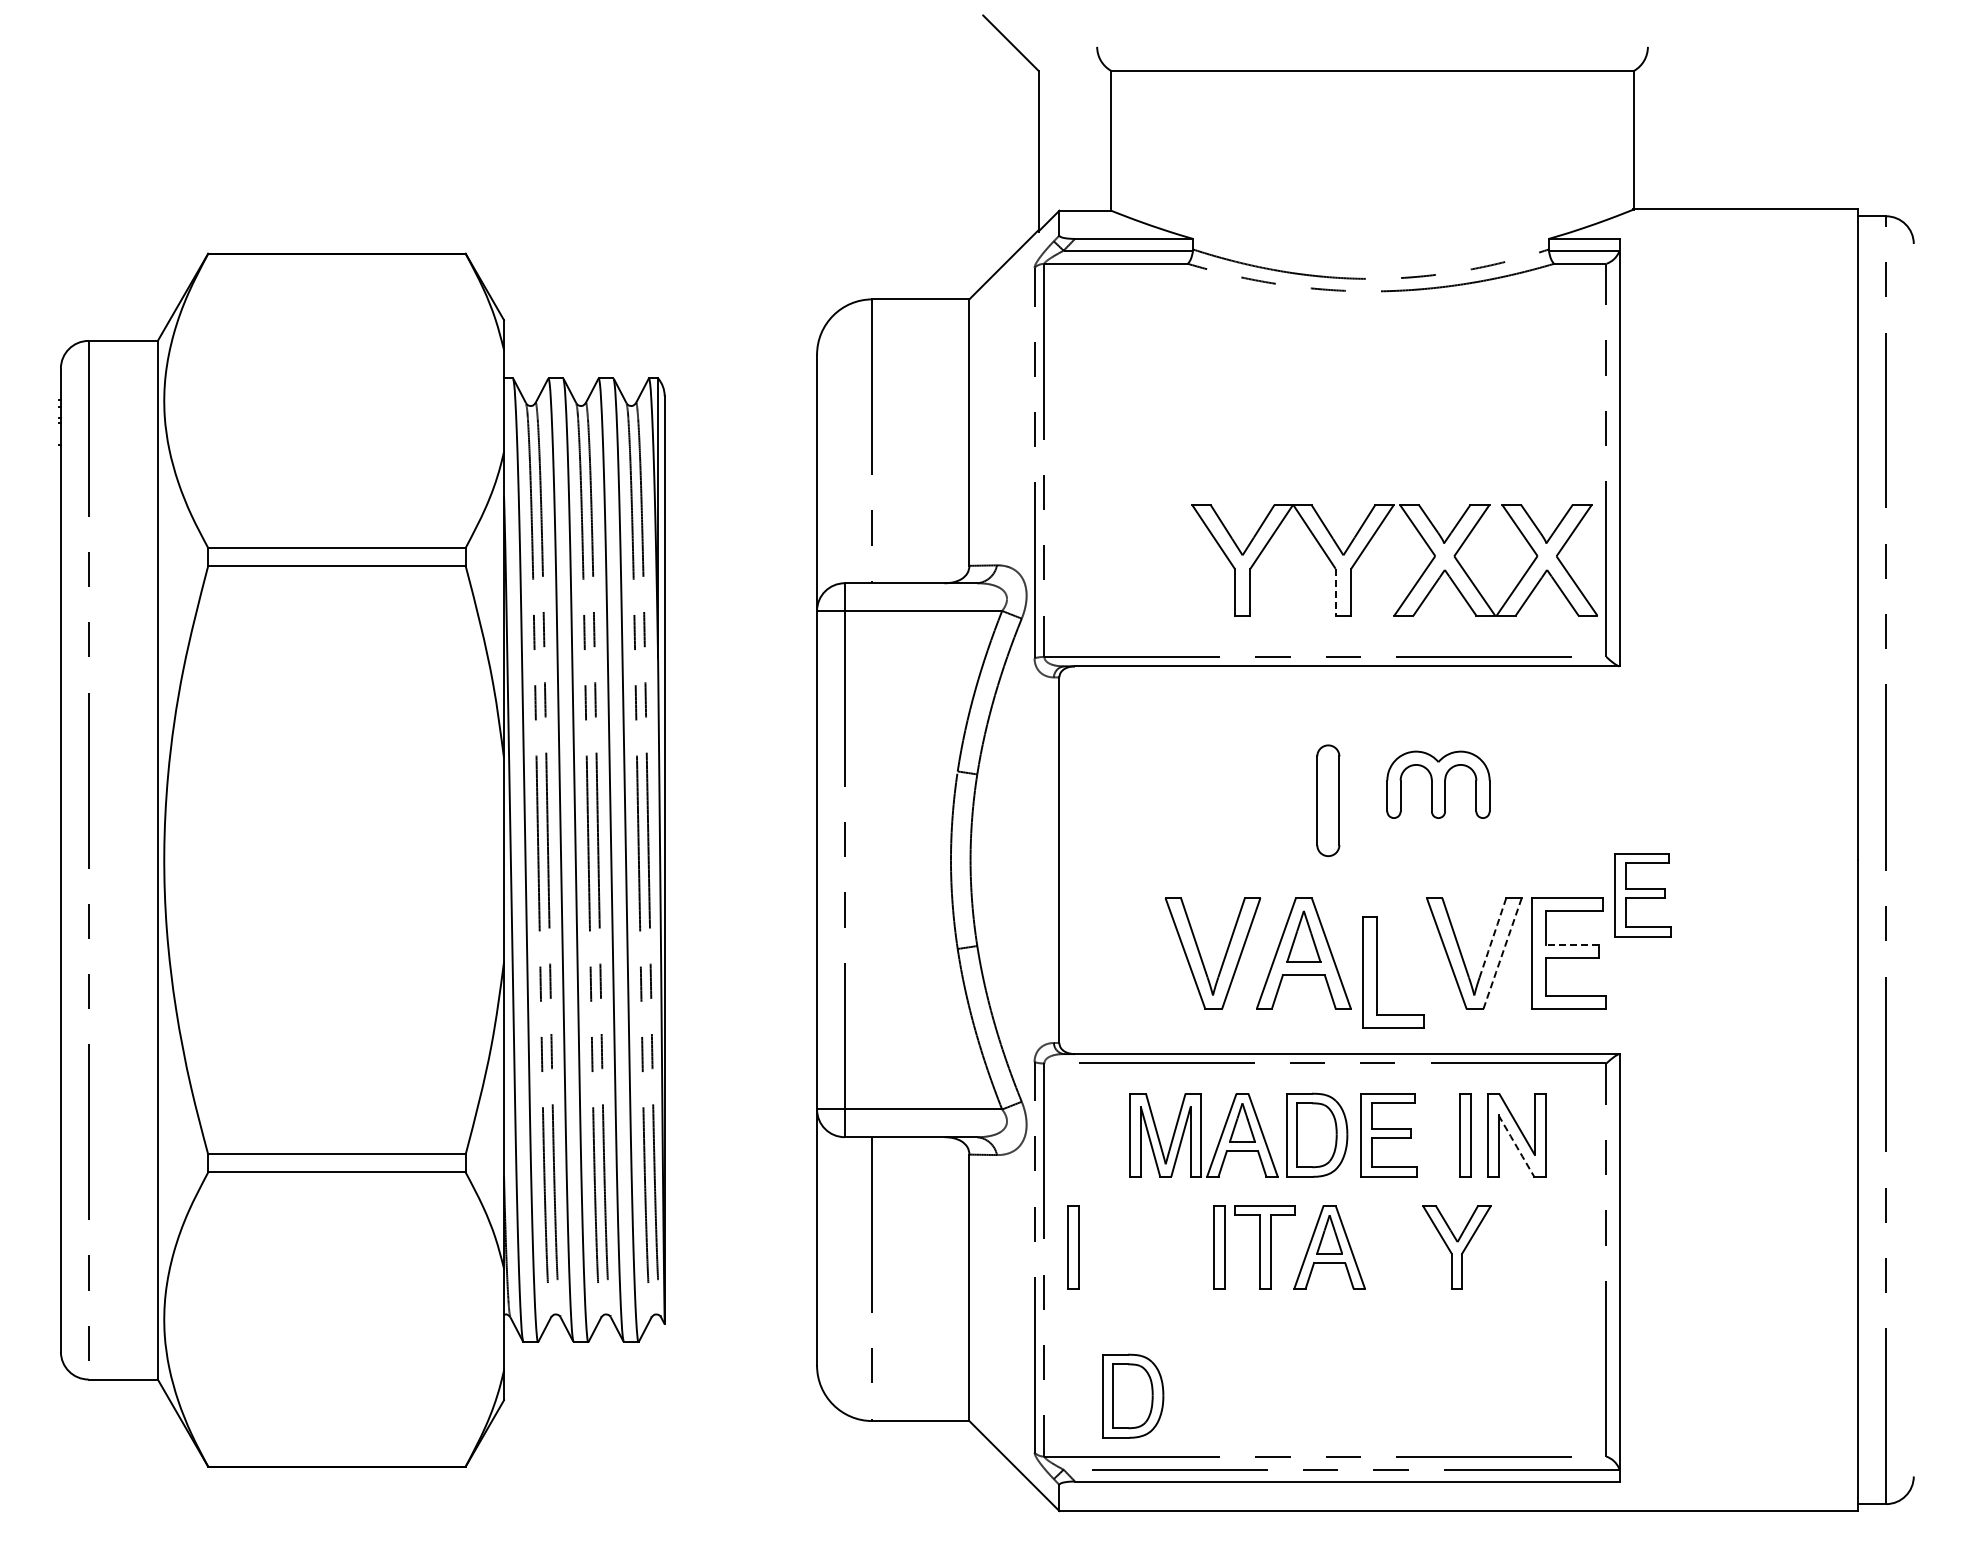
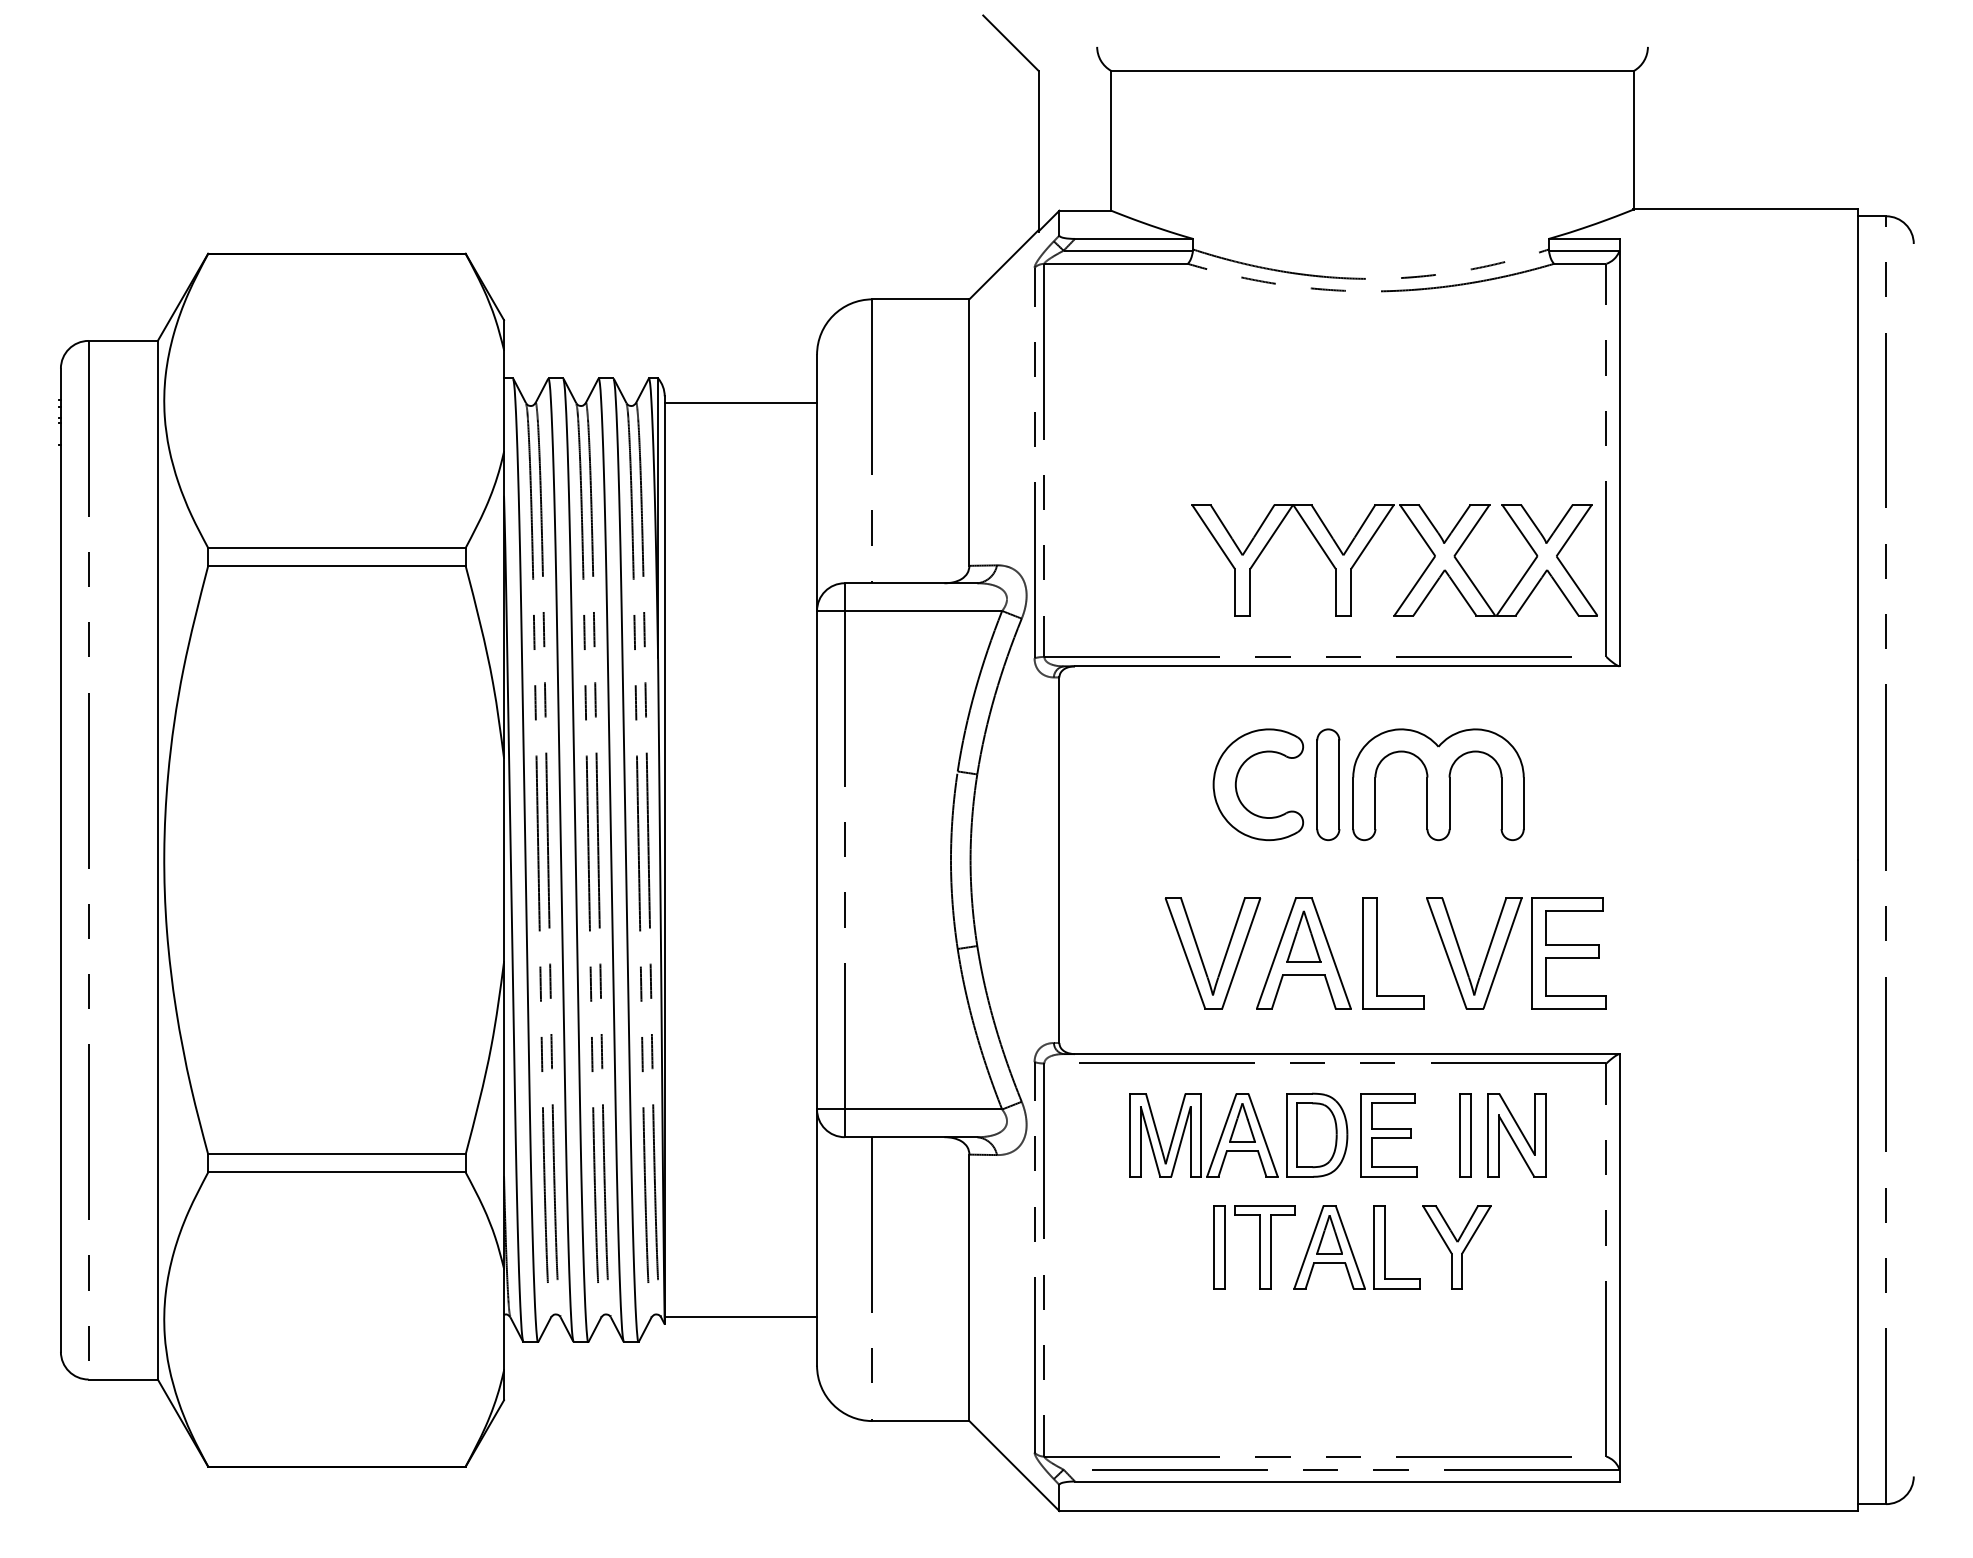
line at (740, 403): none -> present
line at (1335, 592): dashed -> solid
part at (1237, 779): none -> present
part at (1438, 784) size: 105x69 px -> 173x114 px
part at (1328, 800) position: (1328, 800) -> (1328, 784)
part at (1642, 895): present -> none
line at (1492, 937): dashed -> solid
line at (1571, 945): dashed -> solid
line at (1502, 952): dashed -> solid
part at (1377, 972) position: (1377, 972) -> (1377, 953)
line at (1516, 1146): dashed -> solid
part at (1073, 1247): present -> none
part at (1385, 1247): none -> present
line at (740, 1317): none -> present
part at (1133, 1395): present -> none
